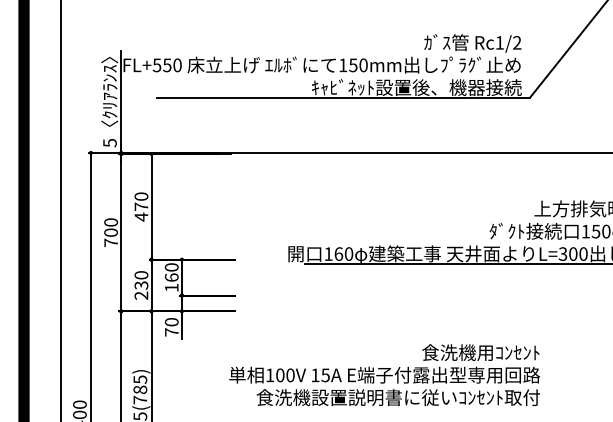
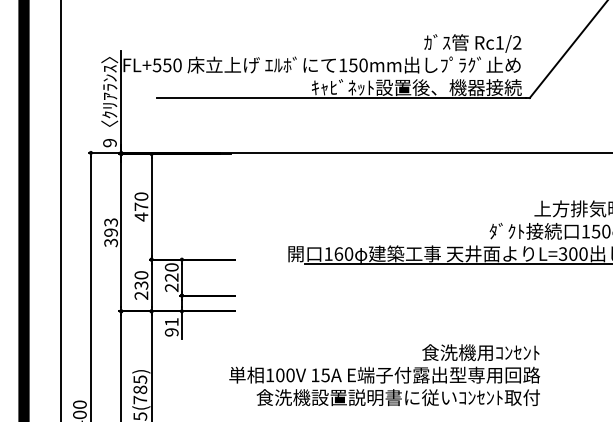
text at (109, 143): 5 -> 9
text at (110, 232): 700 -> 393
text at (171, 282): 160 -> 220
text at (171, 327): 70 -> 91
